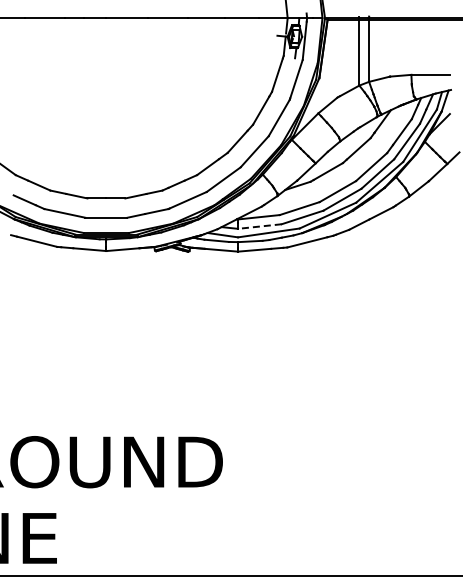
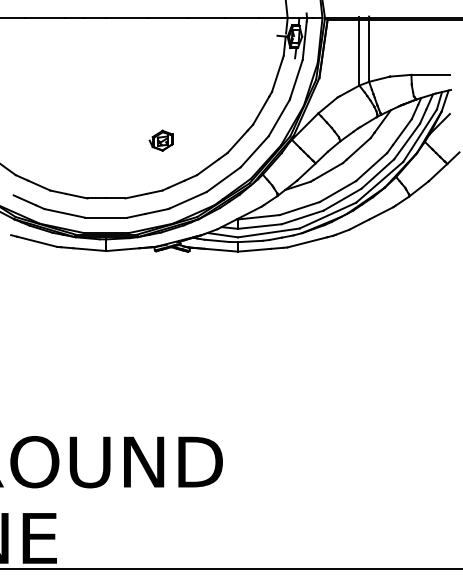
part at (160, 140): none -> present
line at (259, 226): dashed -> solid
line at (230, 576) position: (230, 576) -> (230, 569)
